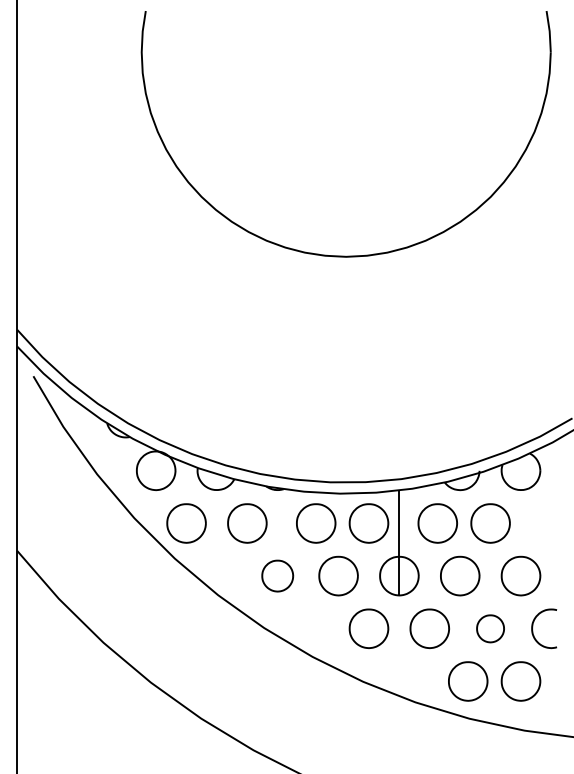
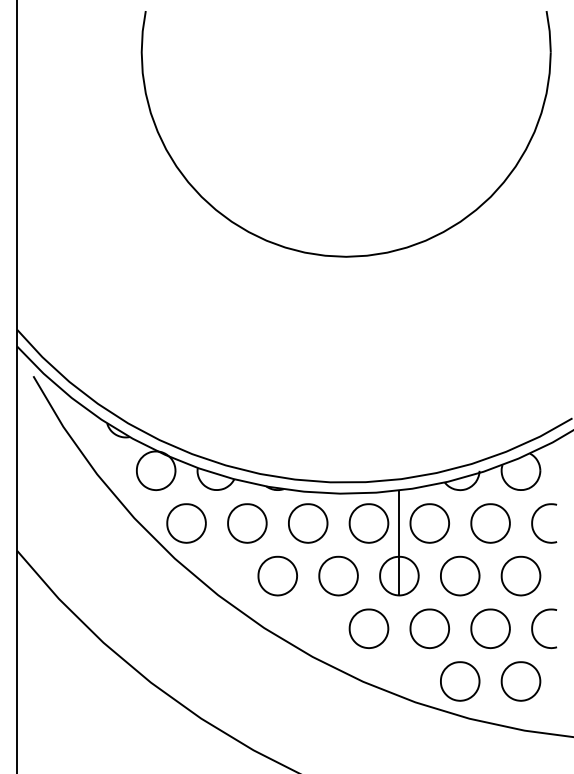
curve at (533, 521): none -> present
part at (316, 523) position: (316, 523) -> (308, 523)
part at (437, 523) position: (437, 523) -> (429, 523)
part at (277, 575) size: 34x34 px -> 41x42 px
part at (490, 628) size: 29x30 px -> 41x42 px
part at (468, 681) position: (468, 681) -> (460, 681)
